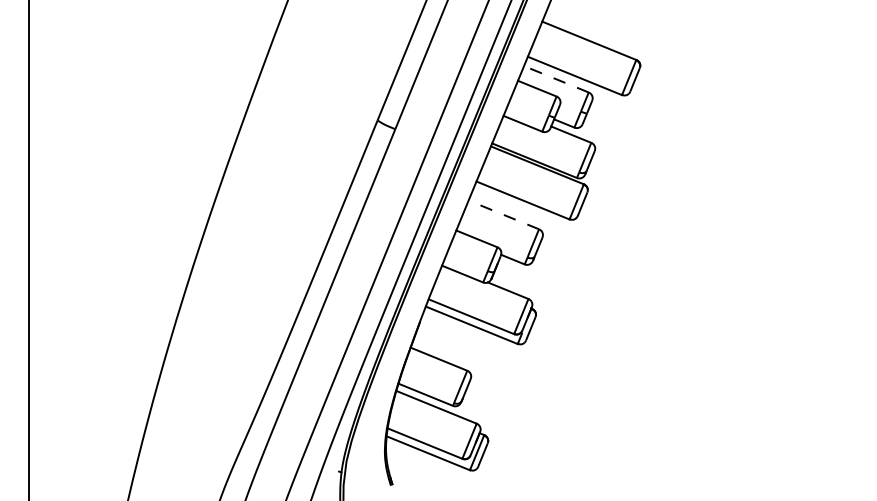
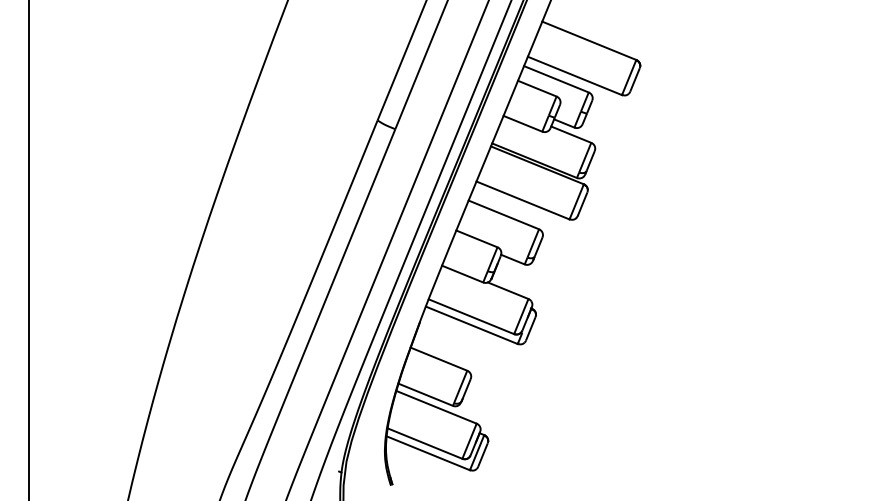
line at (556, 79): dashed -> solid
line at (503, 214): dashed -> solid
